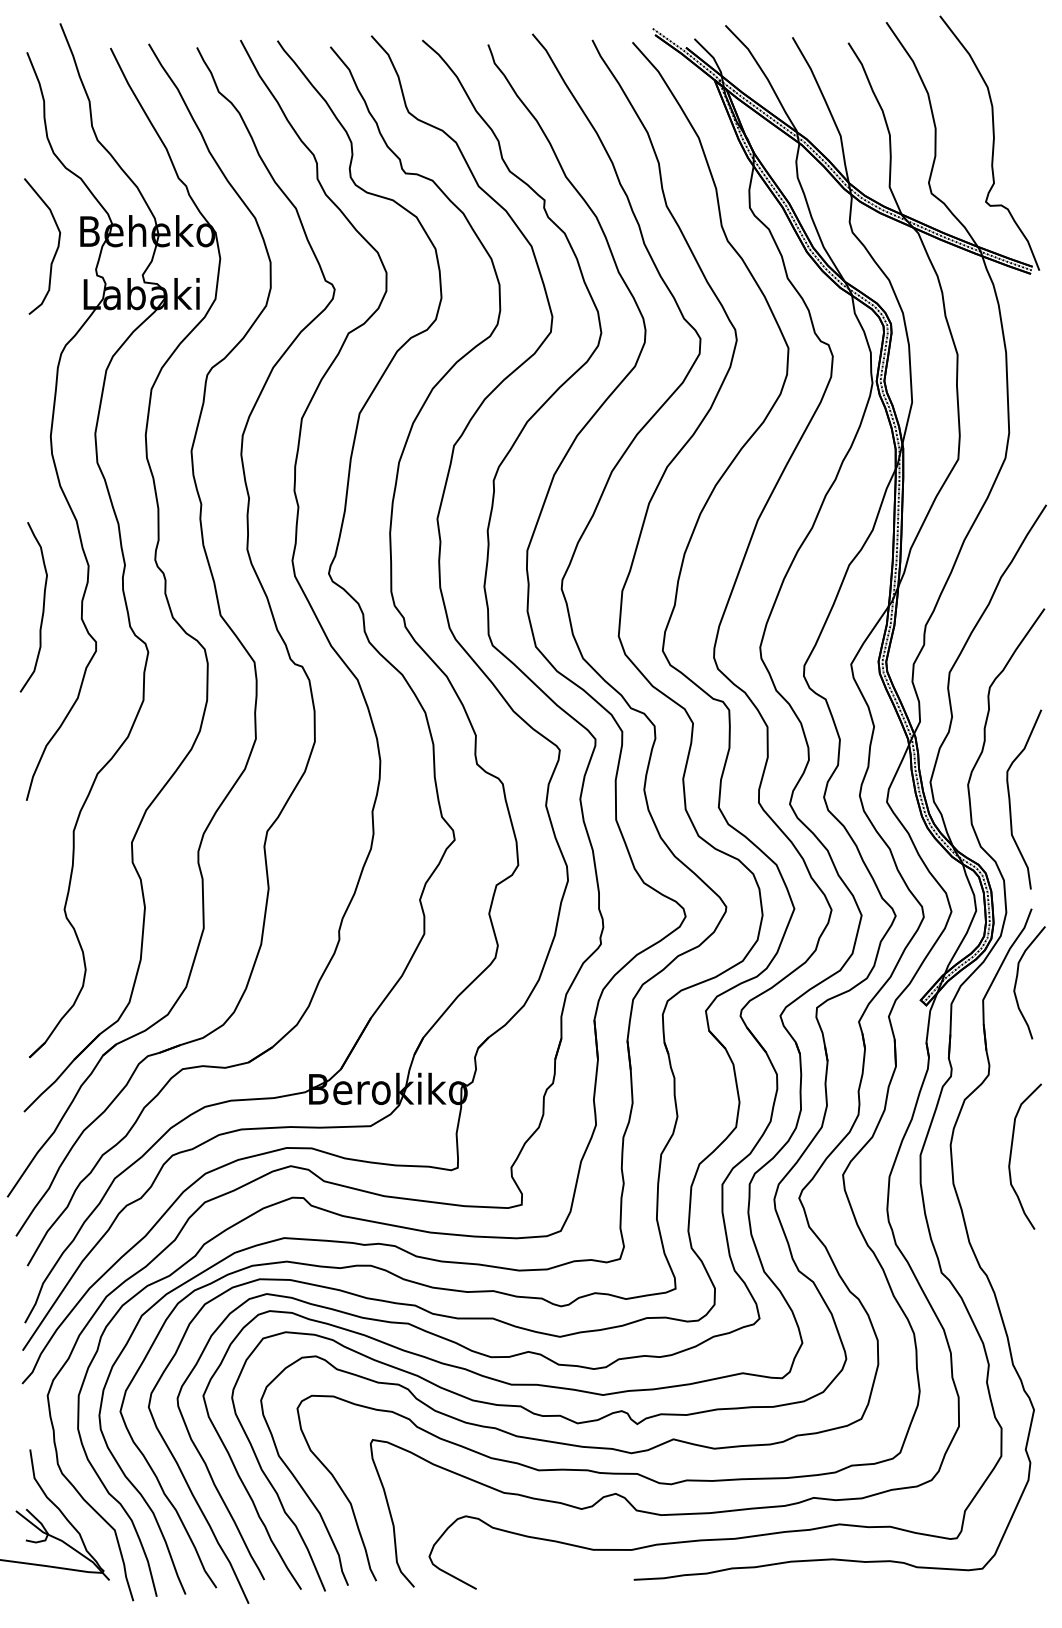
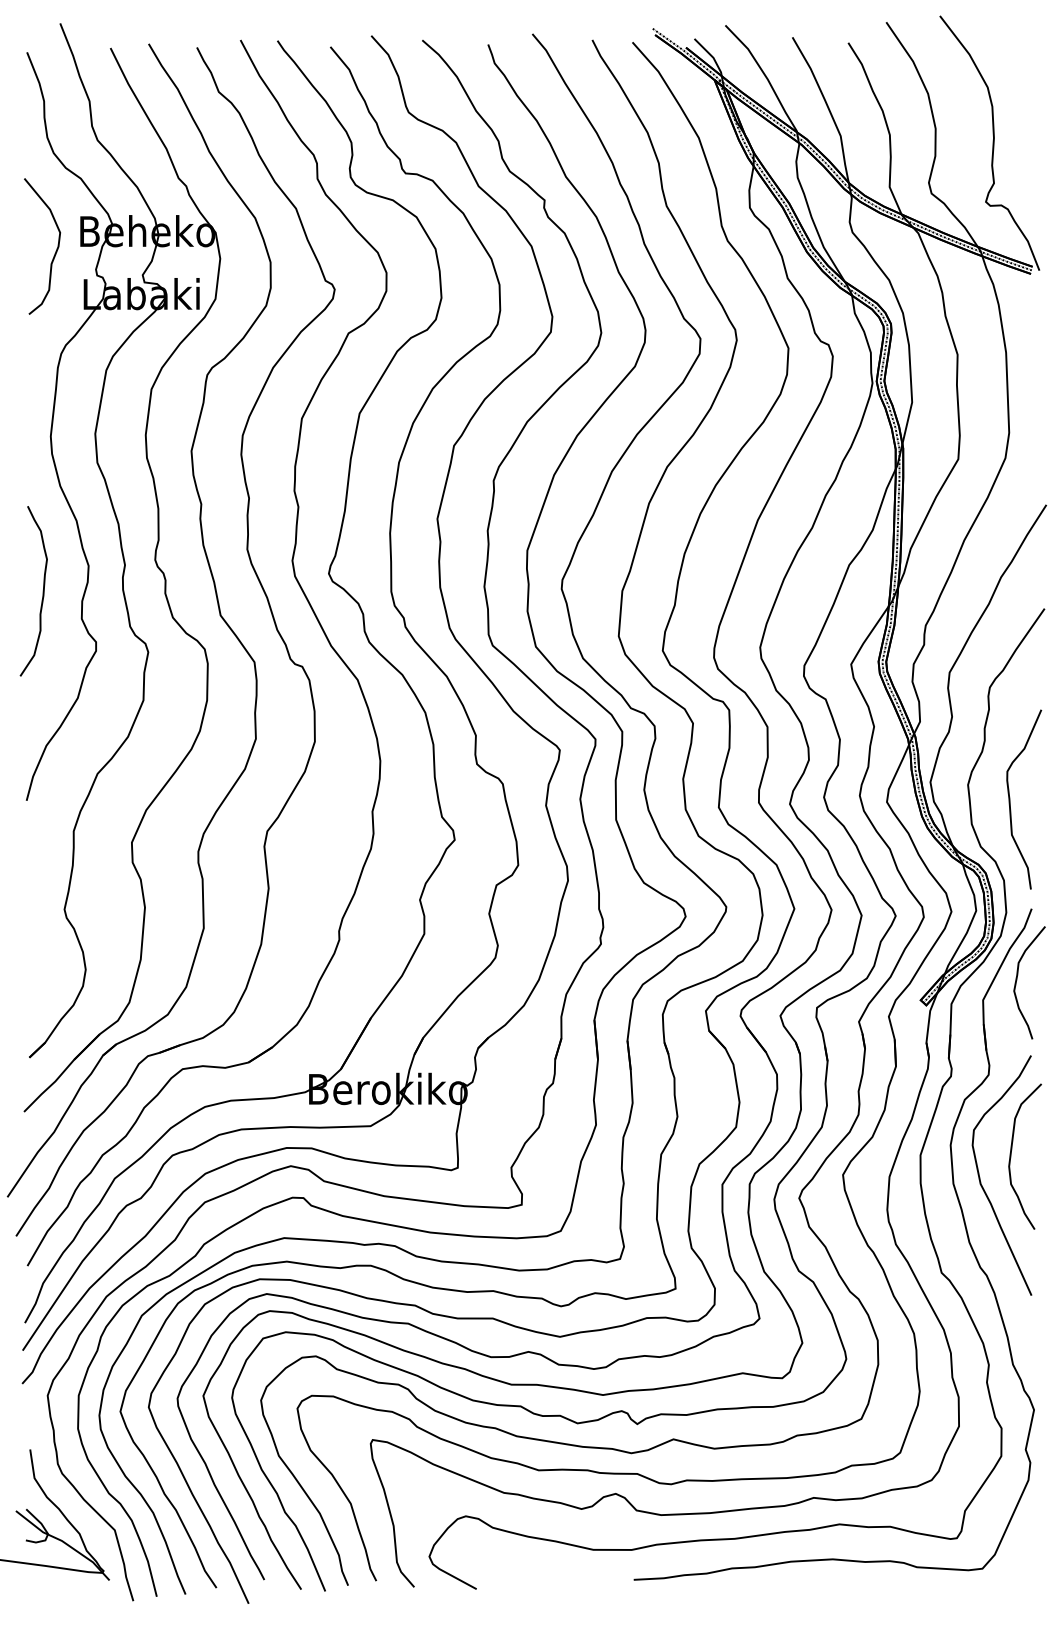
curve at (42, 607) position: (42, 607) -> (42, 591)
part at (980, 1177): none -> present
